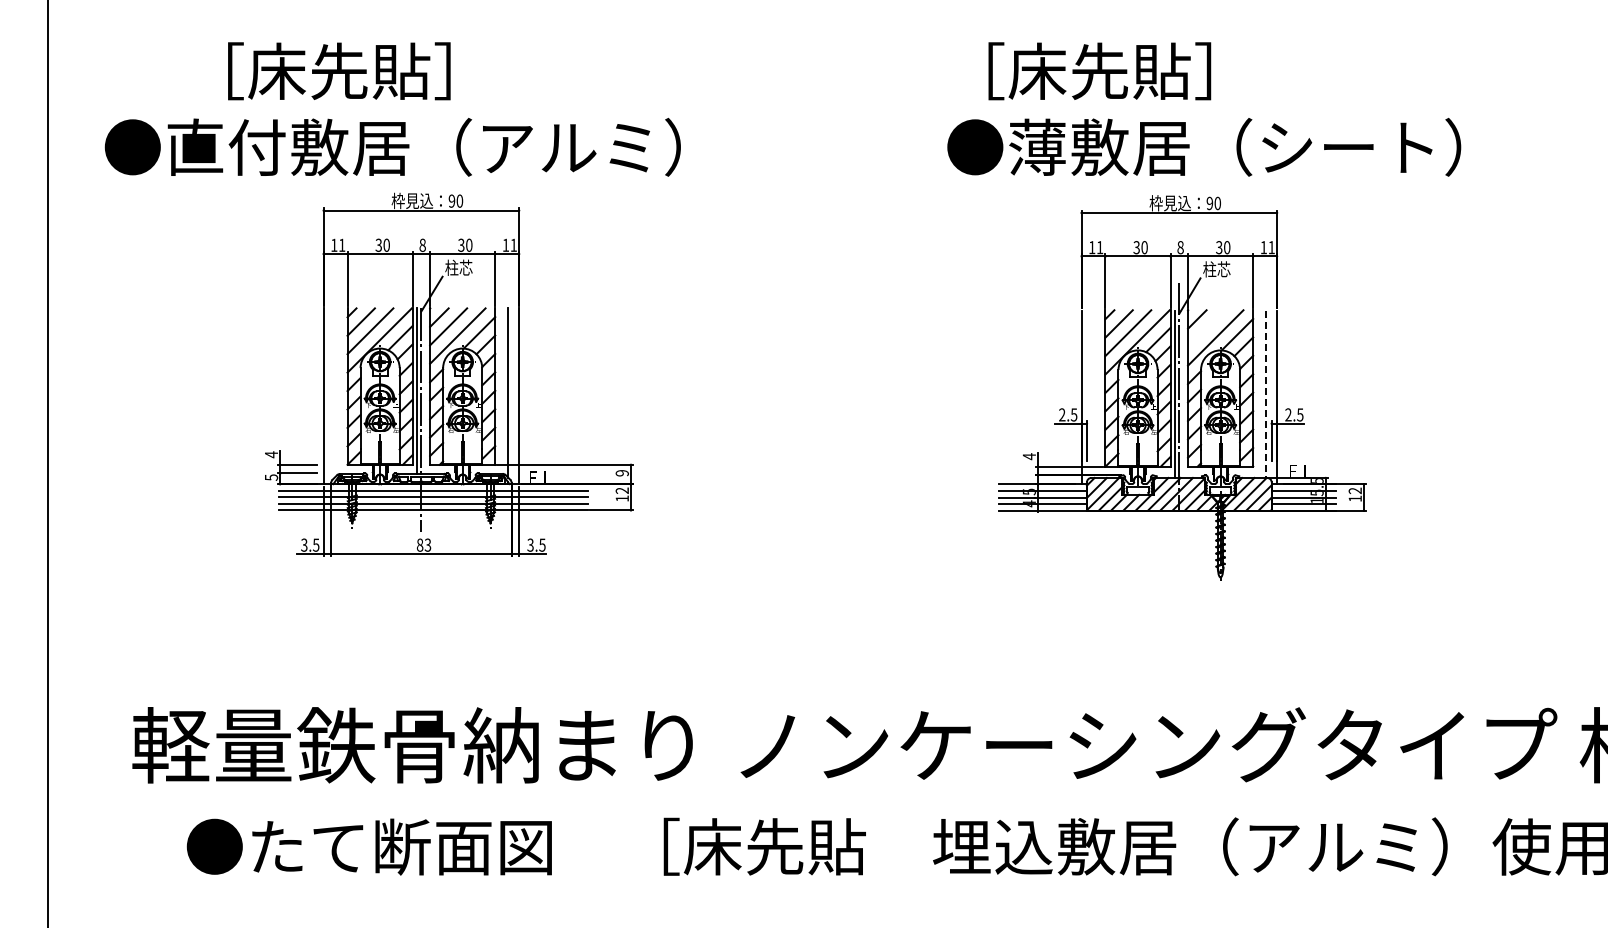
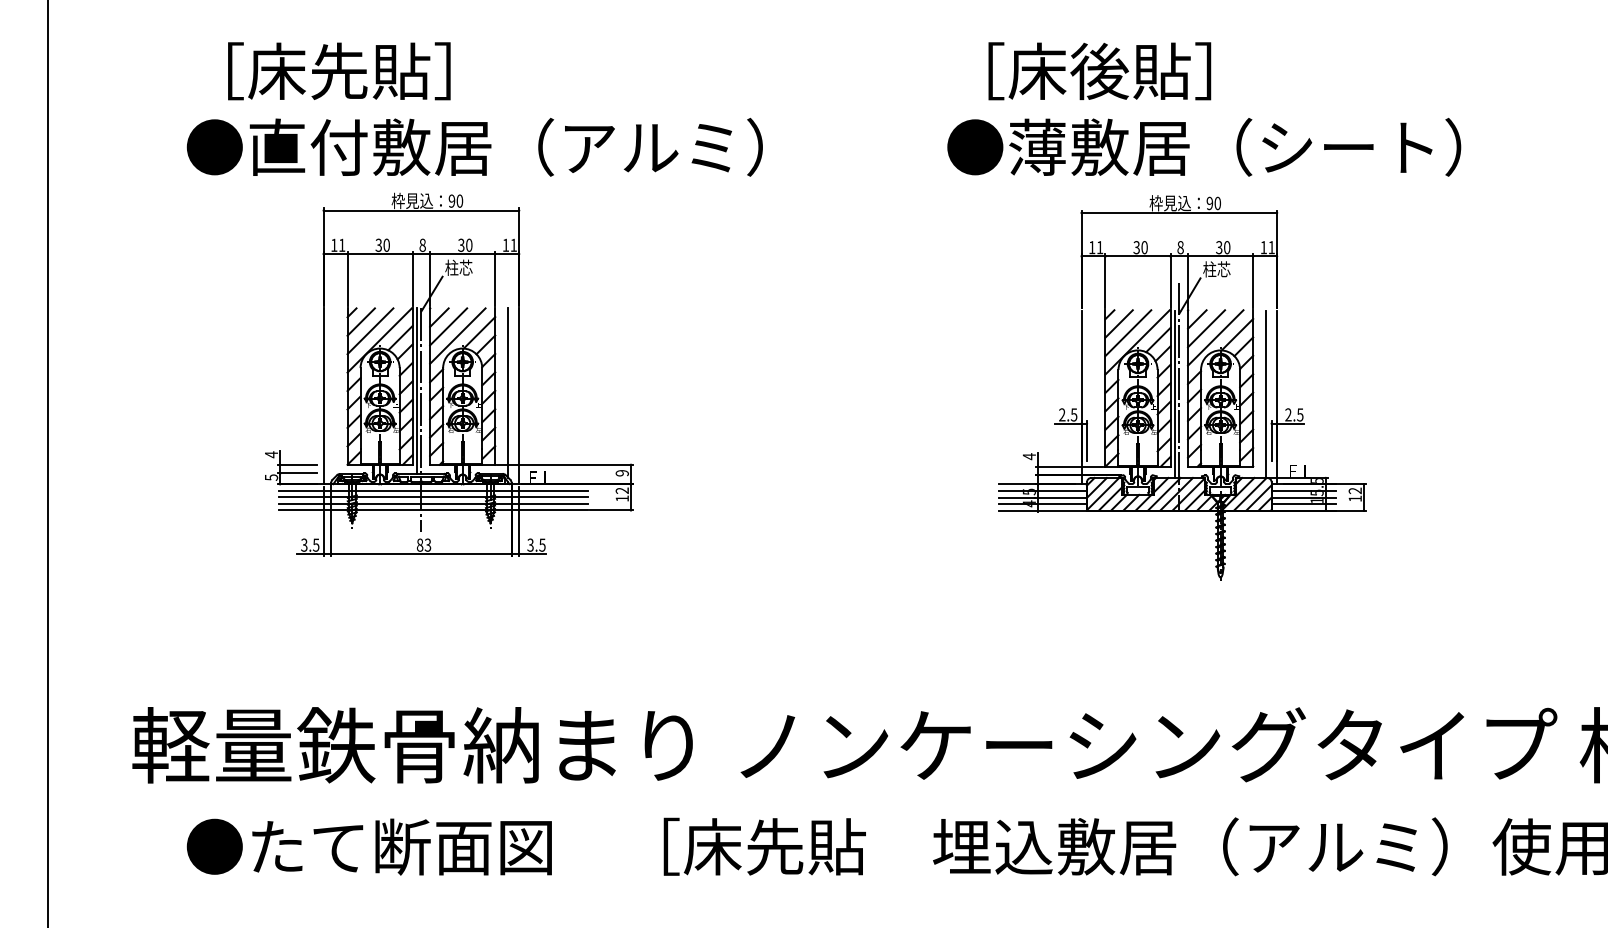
text at (1099, 71): ［床先貼］ -> ［床後貼］
text at (392, 146) position: (392, 146) -> (474, 146)
line at (1206, 328): none -> present
line at (1266, 394): dashed -> solid
